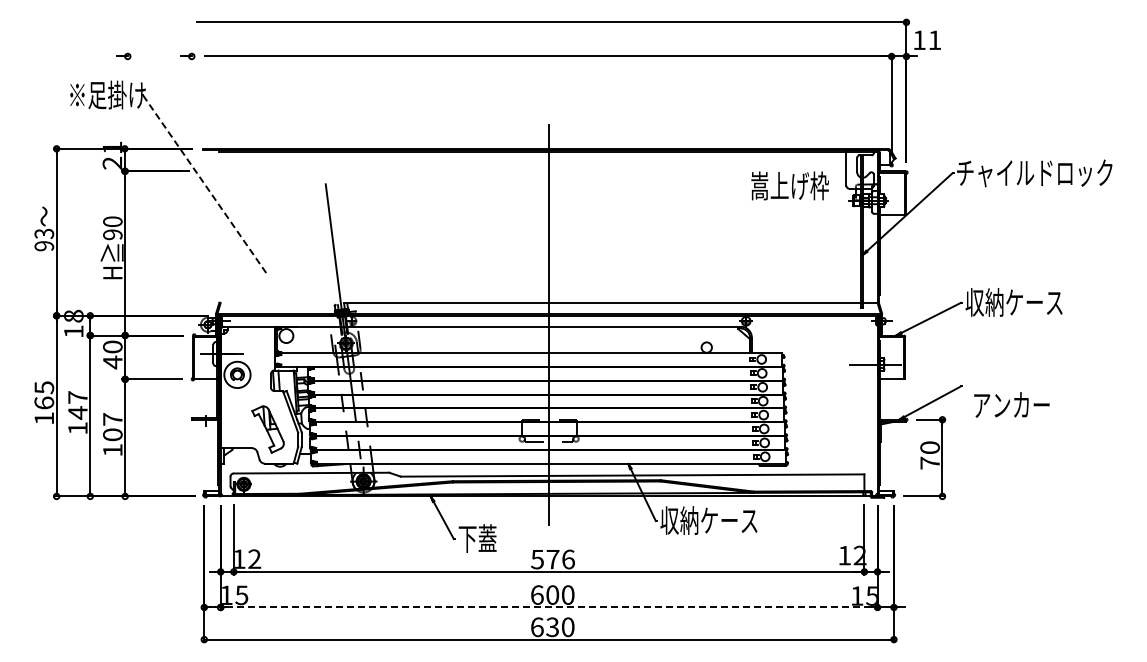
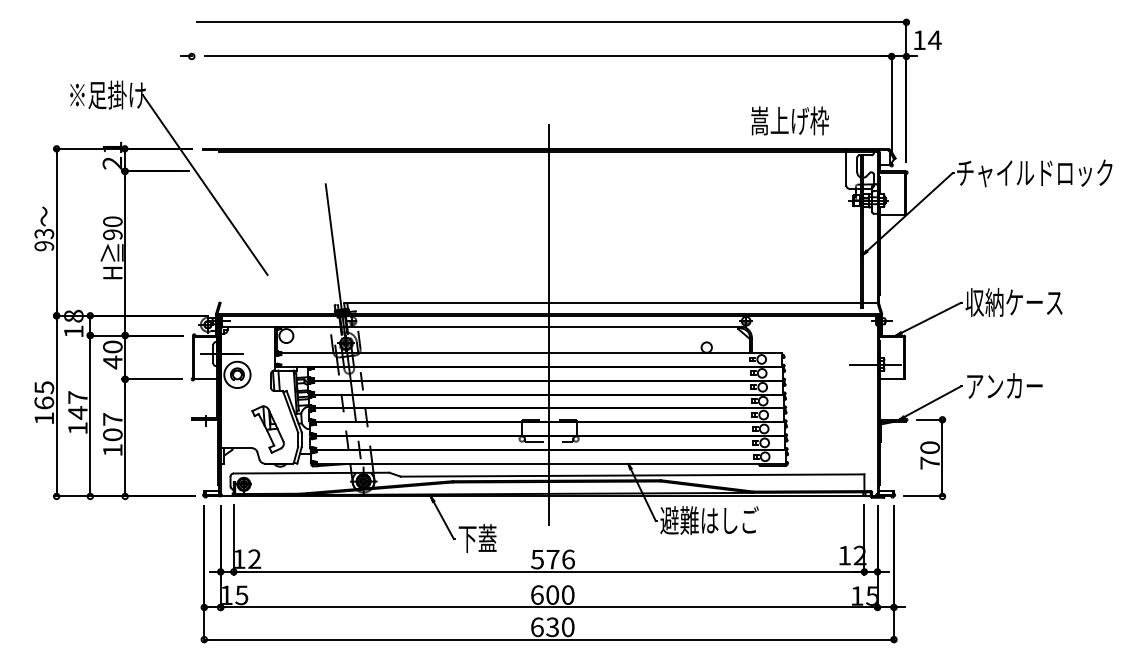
text at (934, 39): 11 -> 14
part at (123, 56): present -> none
line at (205, 185): dashed -> solid
text at (789, 185) position: (789, 185) -> (789, 120)
text at (1011, 404) position: (1011, 404) -> (1004, 385)
text at (709, 520): 収納ケース -> 避難はしご
line at (549, 607): dashed -> solid
